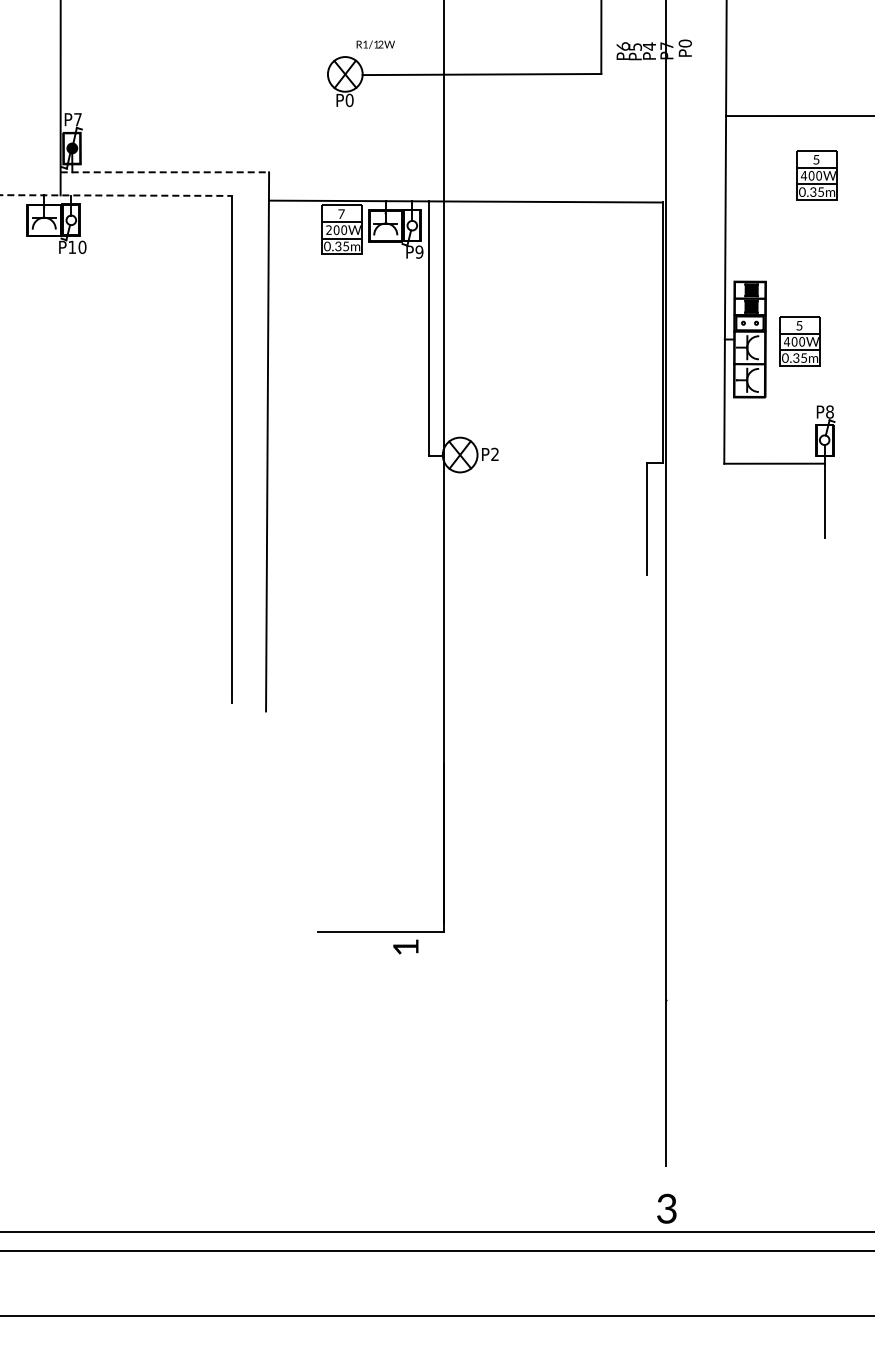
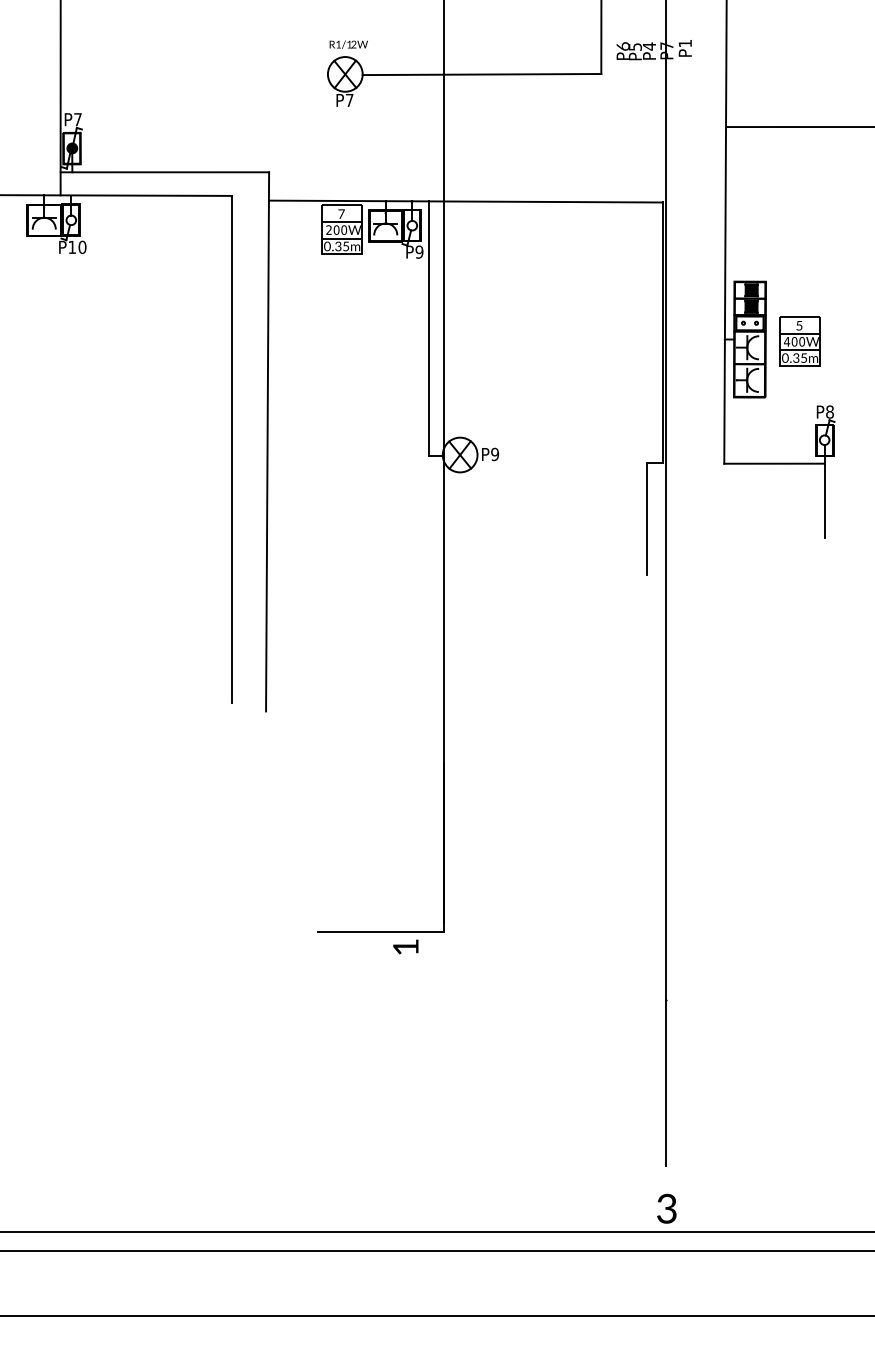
text at (684, 43): P0 -> P1
text at (375, 44) position: (375, 44) -> (348, 44)
text at (349, 100): P0 -> P7
line at (798, 116) position: (798, 116) -> (798, 127)
line at (165, 172): dashed -> solid
part at (816, 175): present -> none
line at (115, 195): dashed -> solid
text at (495, 454): P2 -> P9
